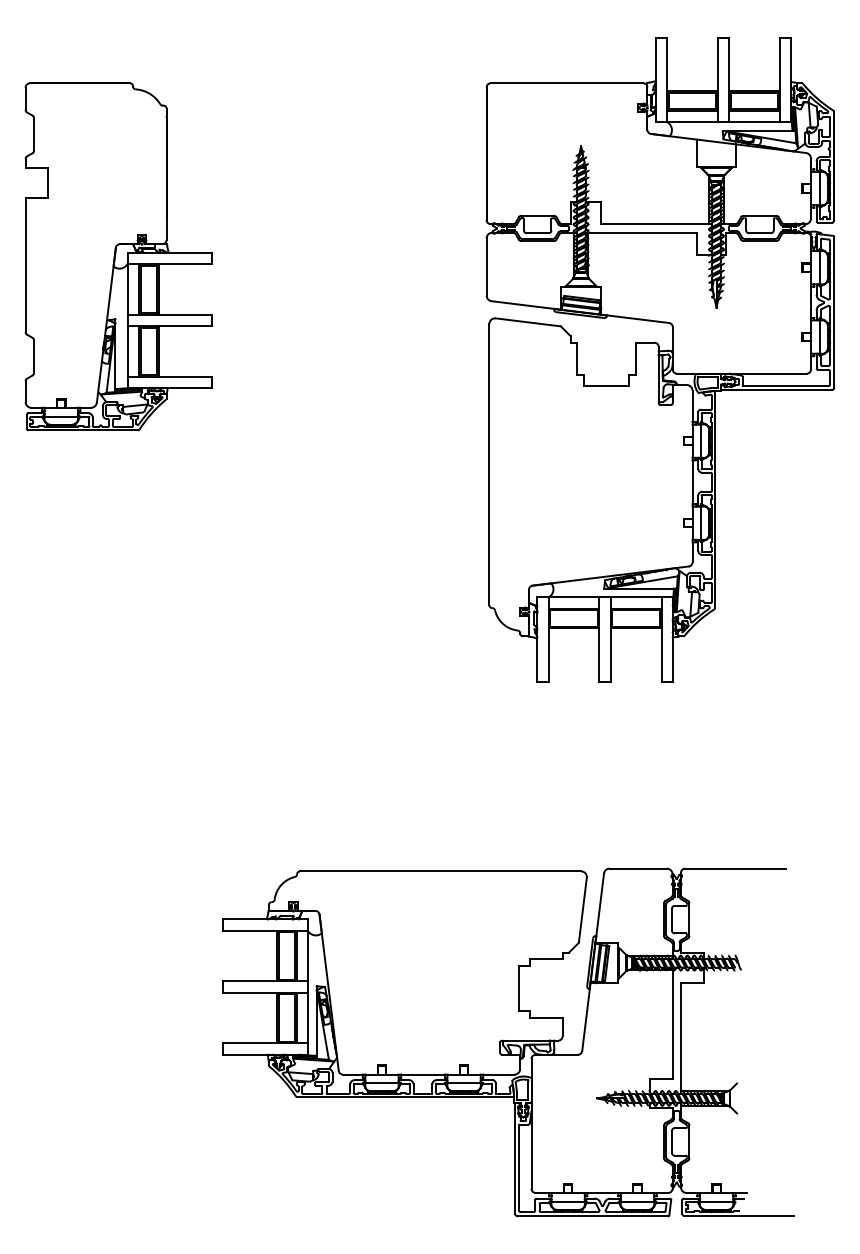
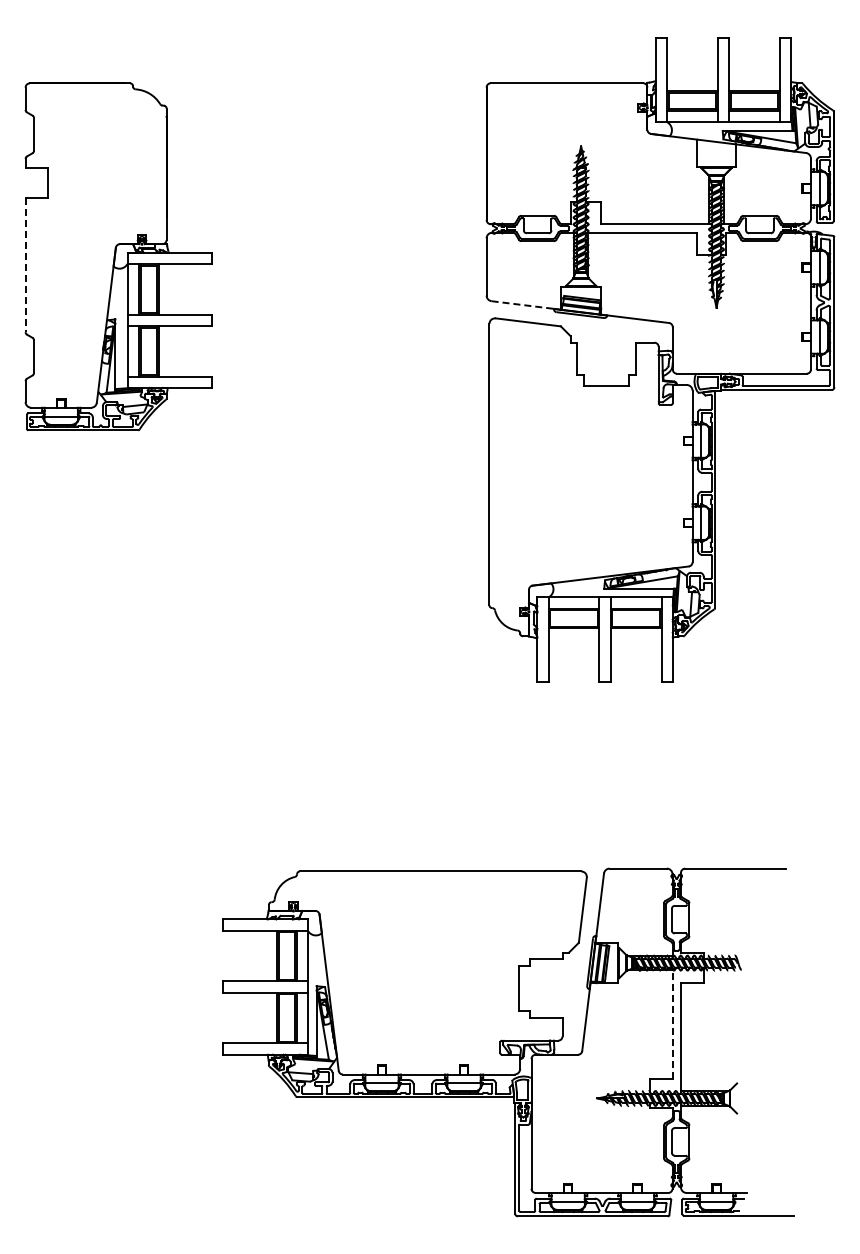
line at (25, 265): solid -> dashed
line at (522, 305): solid -> dashed
line at (672, 1023): solid -> dashed
